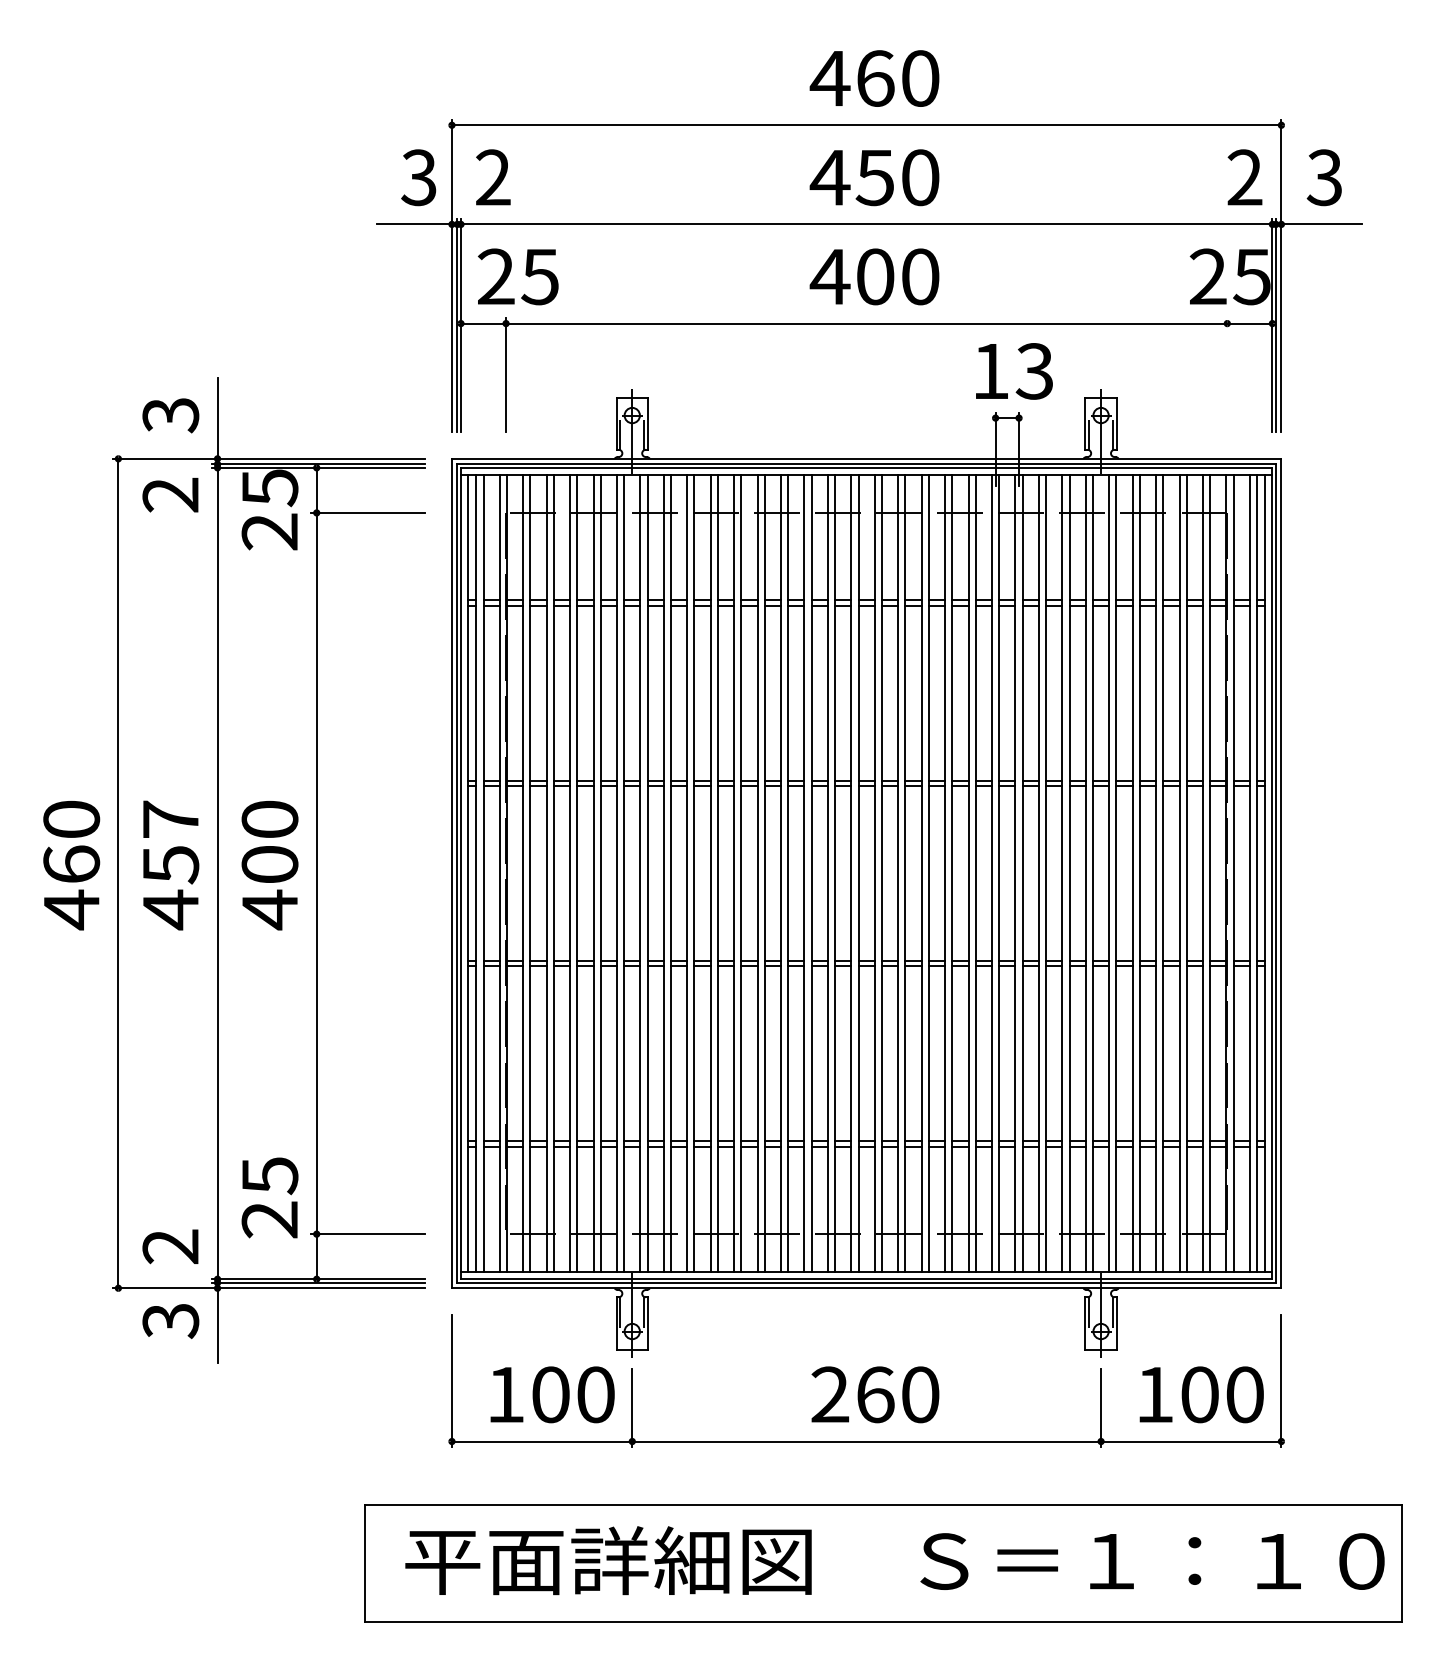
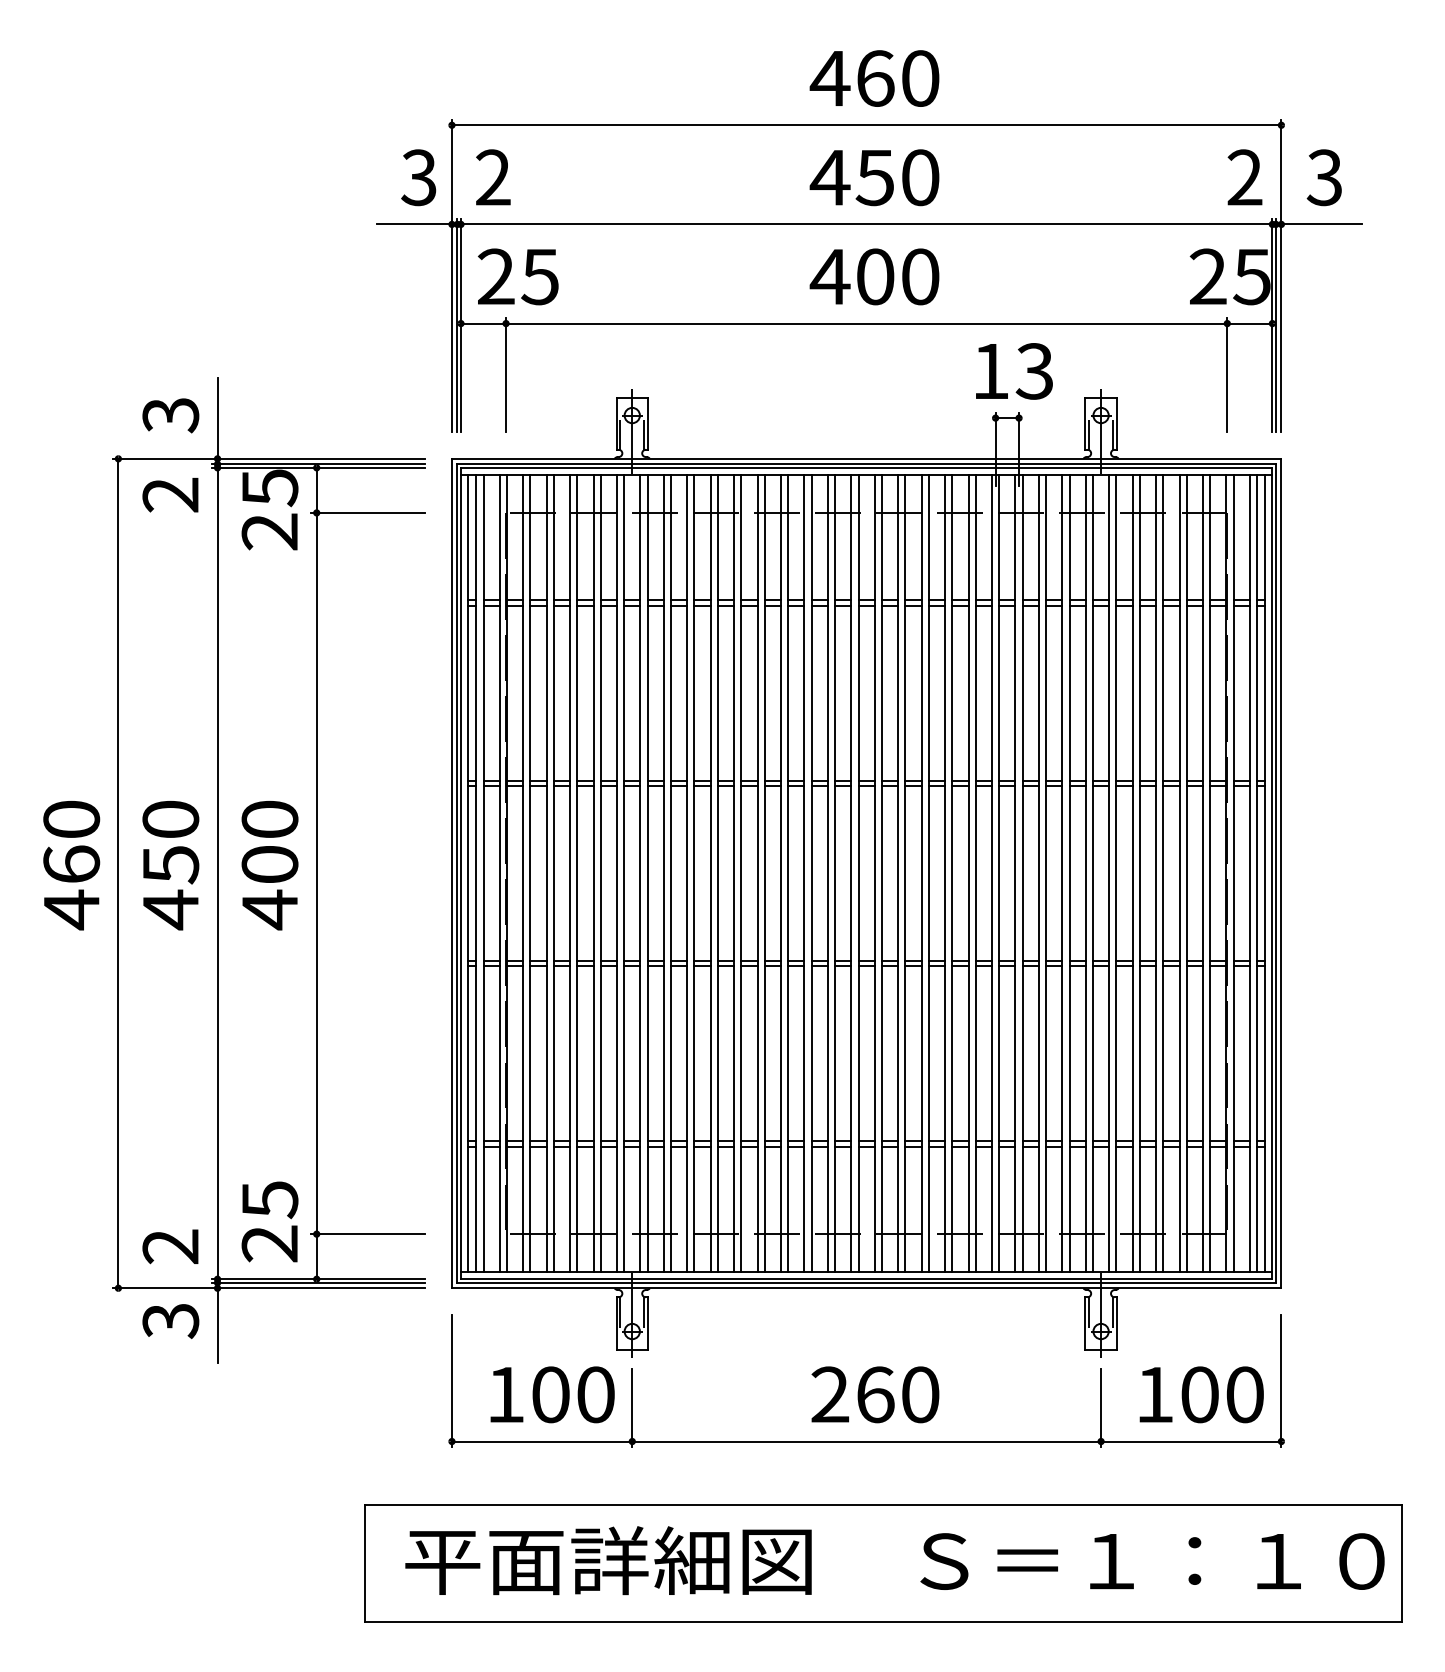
line at (1227, 374): none -> present
text at (170, 818): 457 -> 450
text at (269, 1197) position: (269, 1197) -> (269, 1221)
